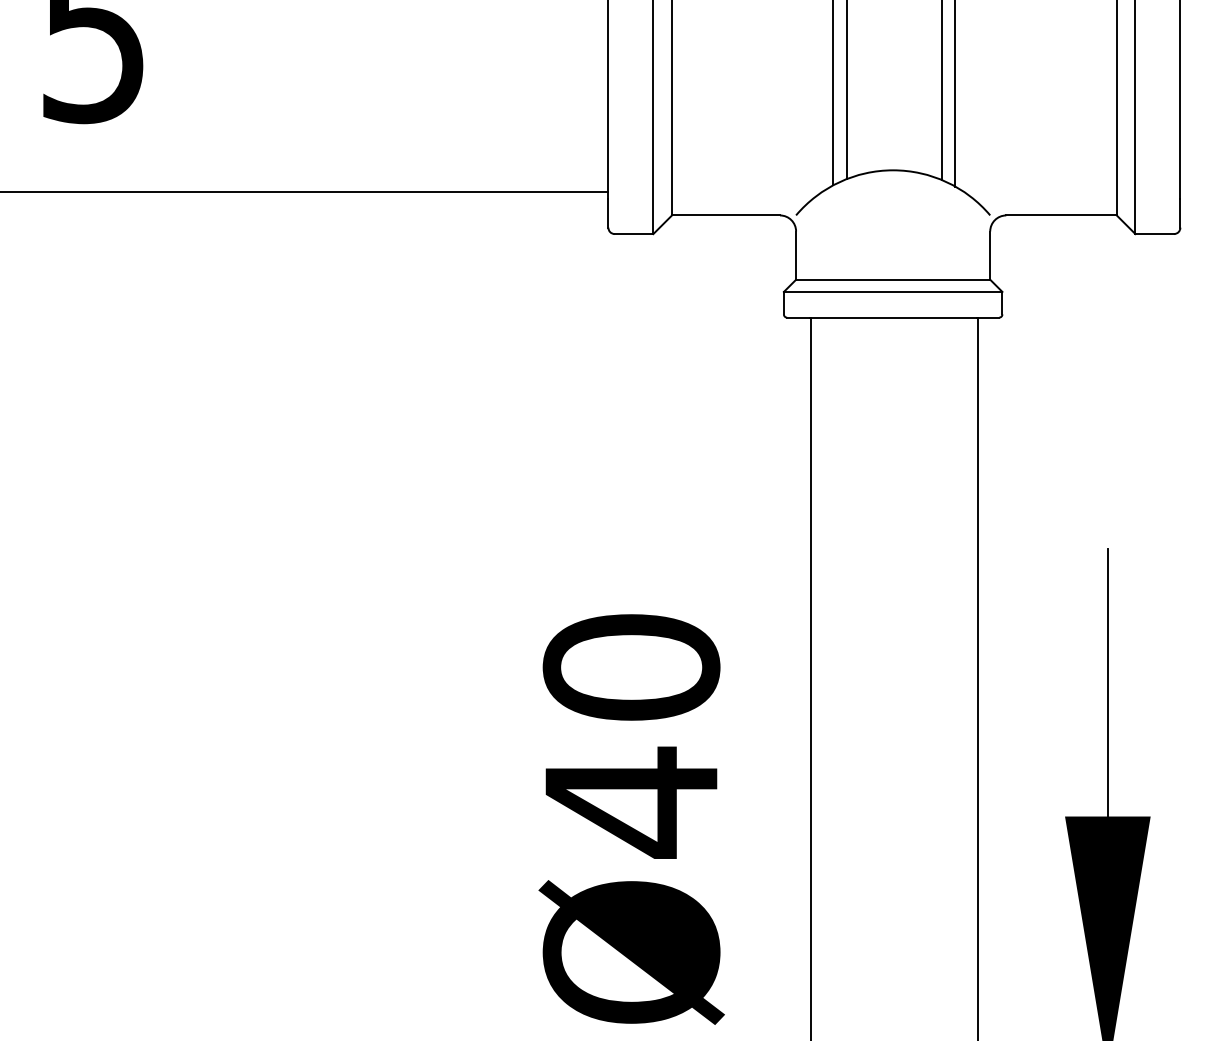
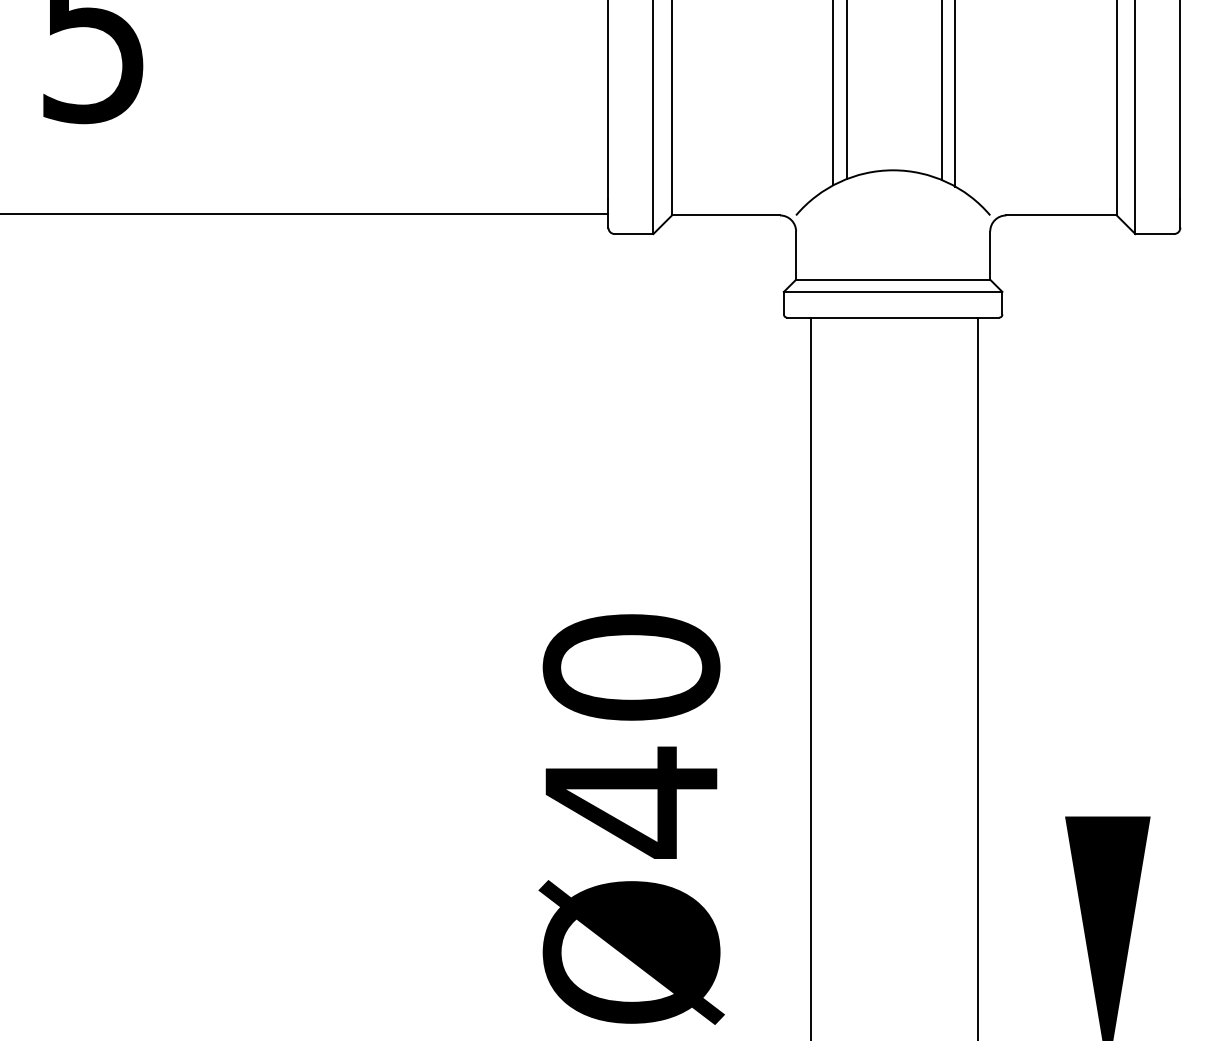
line at (305, 192) position: (305, 192) -> (305, 214)
line at (1107, 682): present -> none
